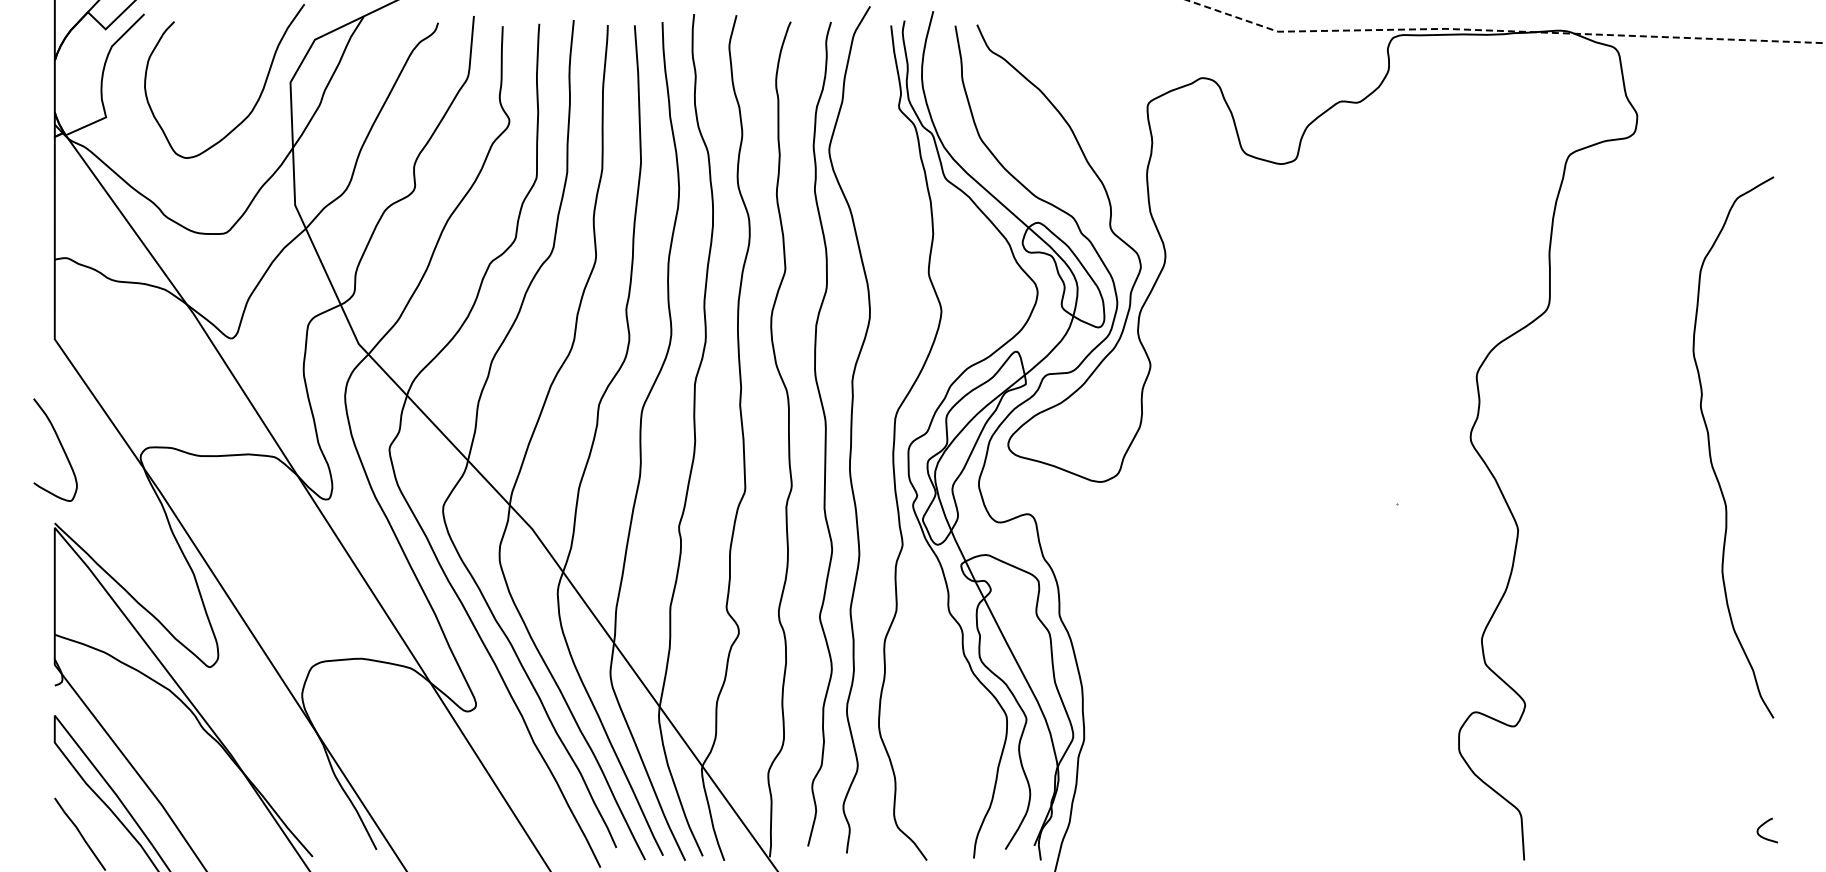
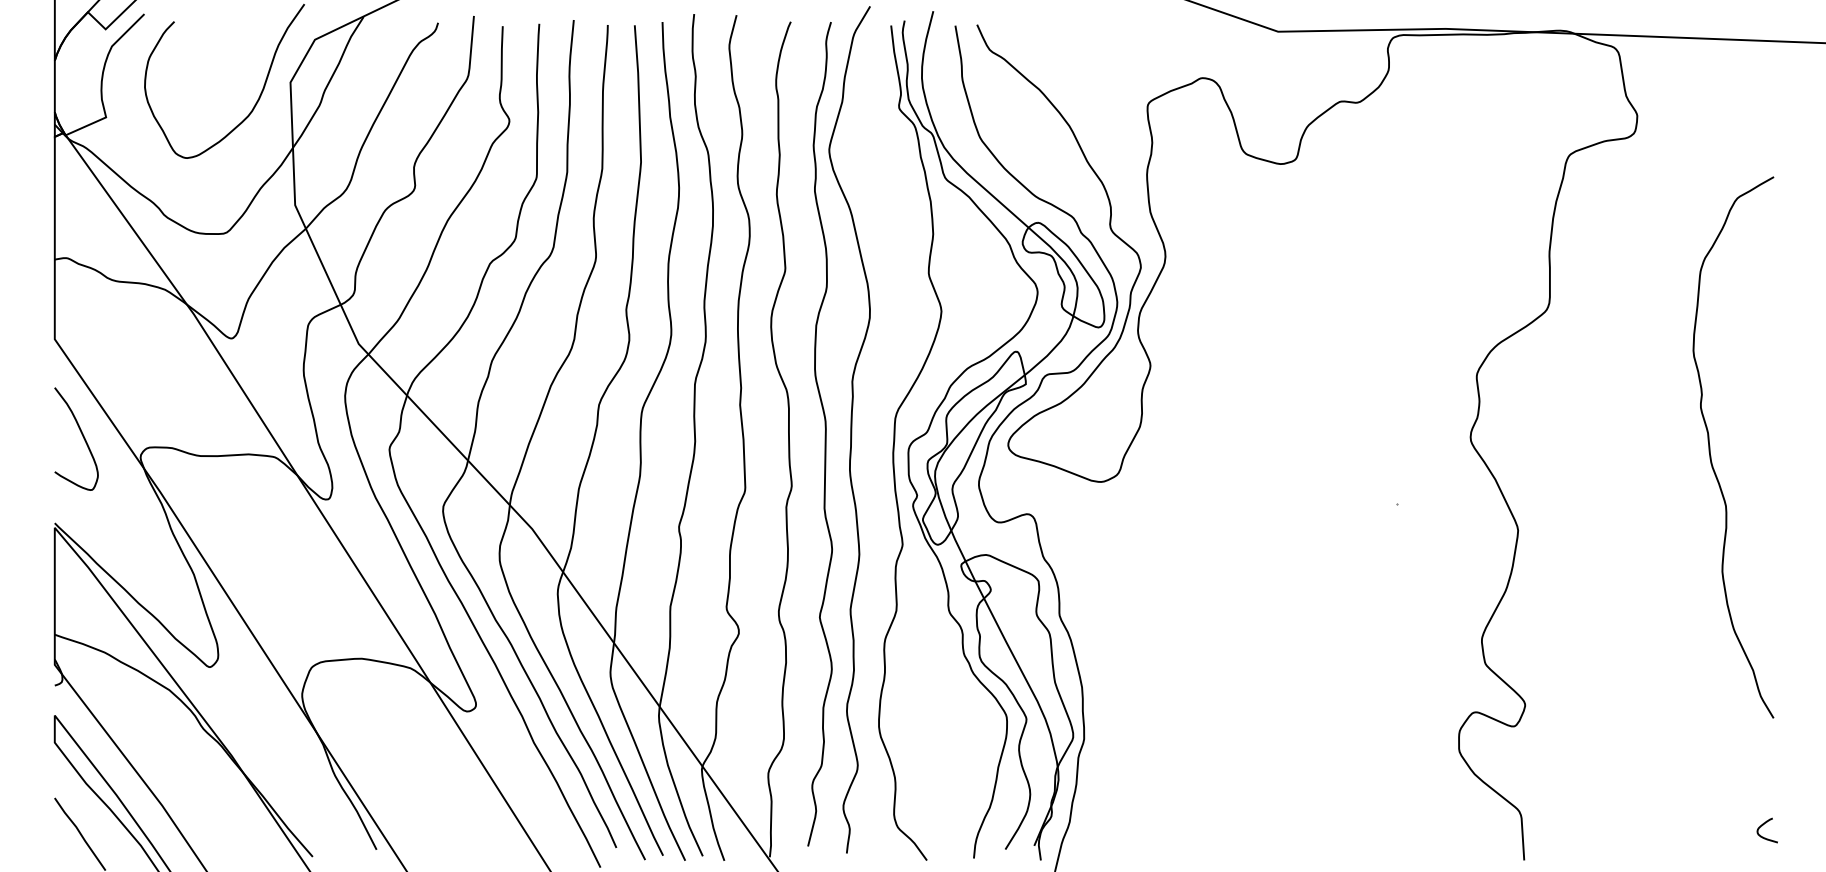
line at (1502, 31): dashed -> solid
curve at (61, 447) position: (61, 447) -> (82, 436)
